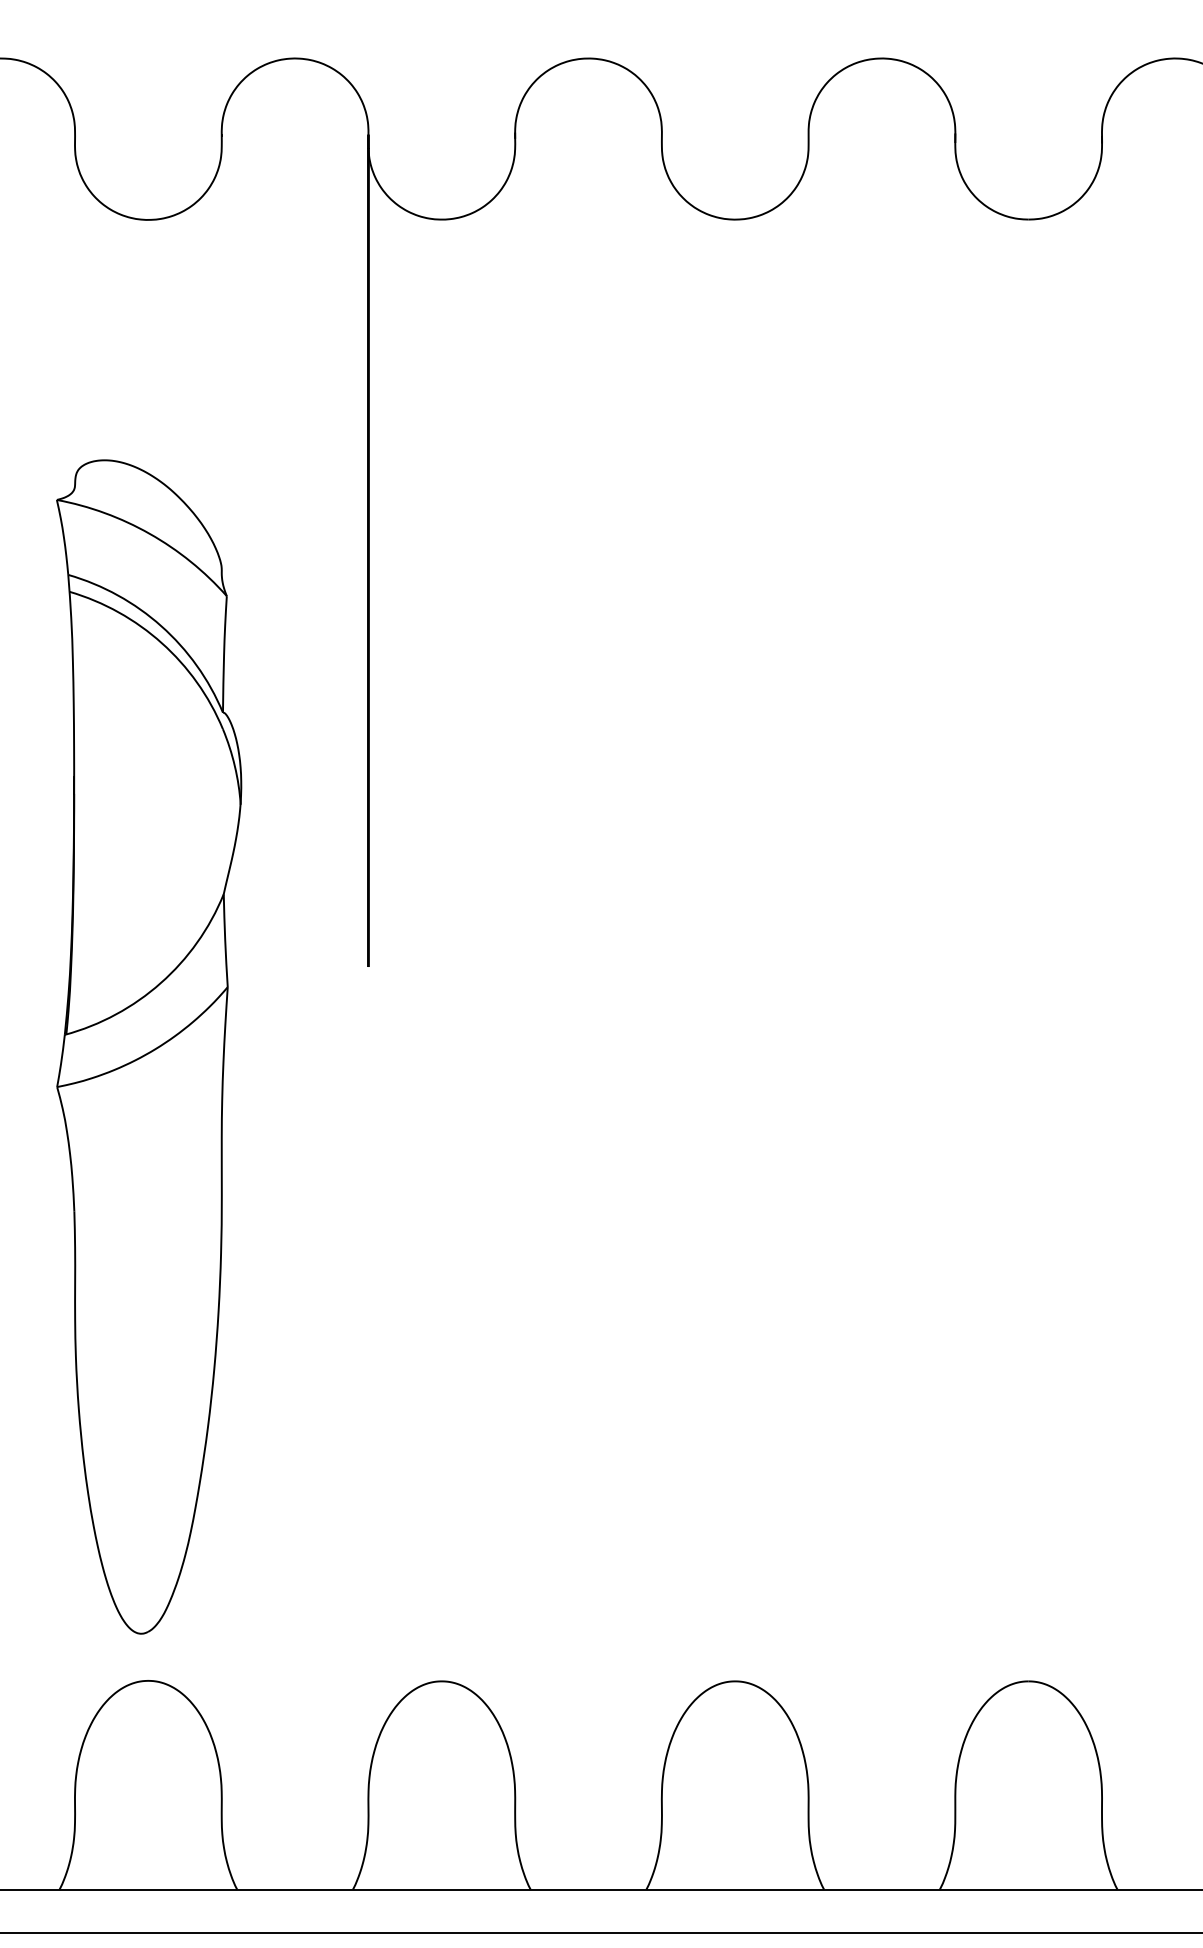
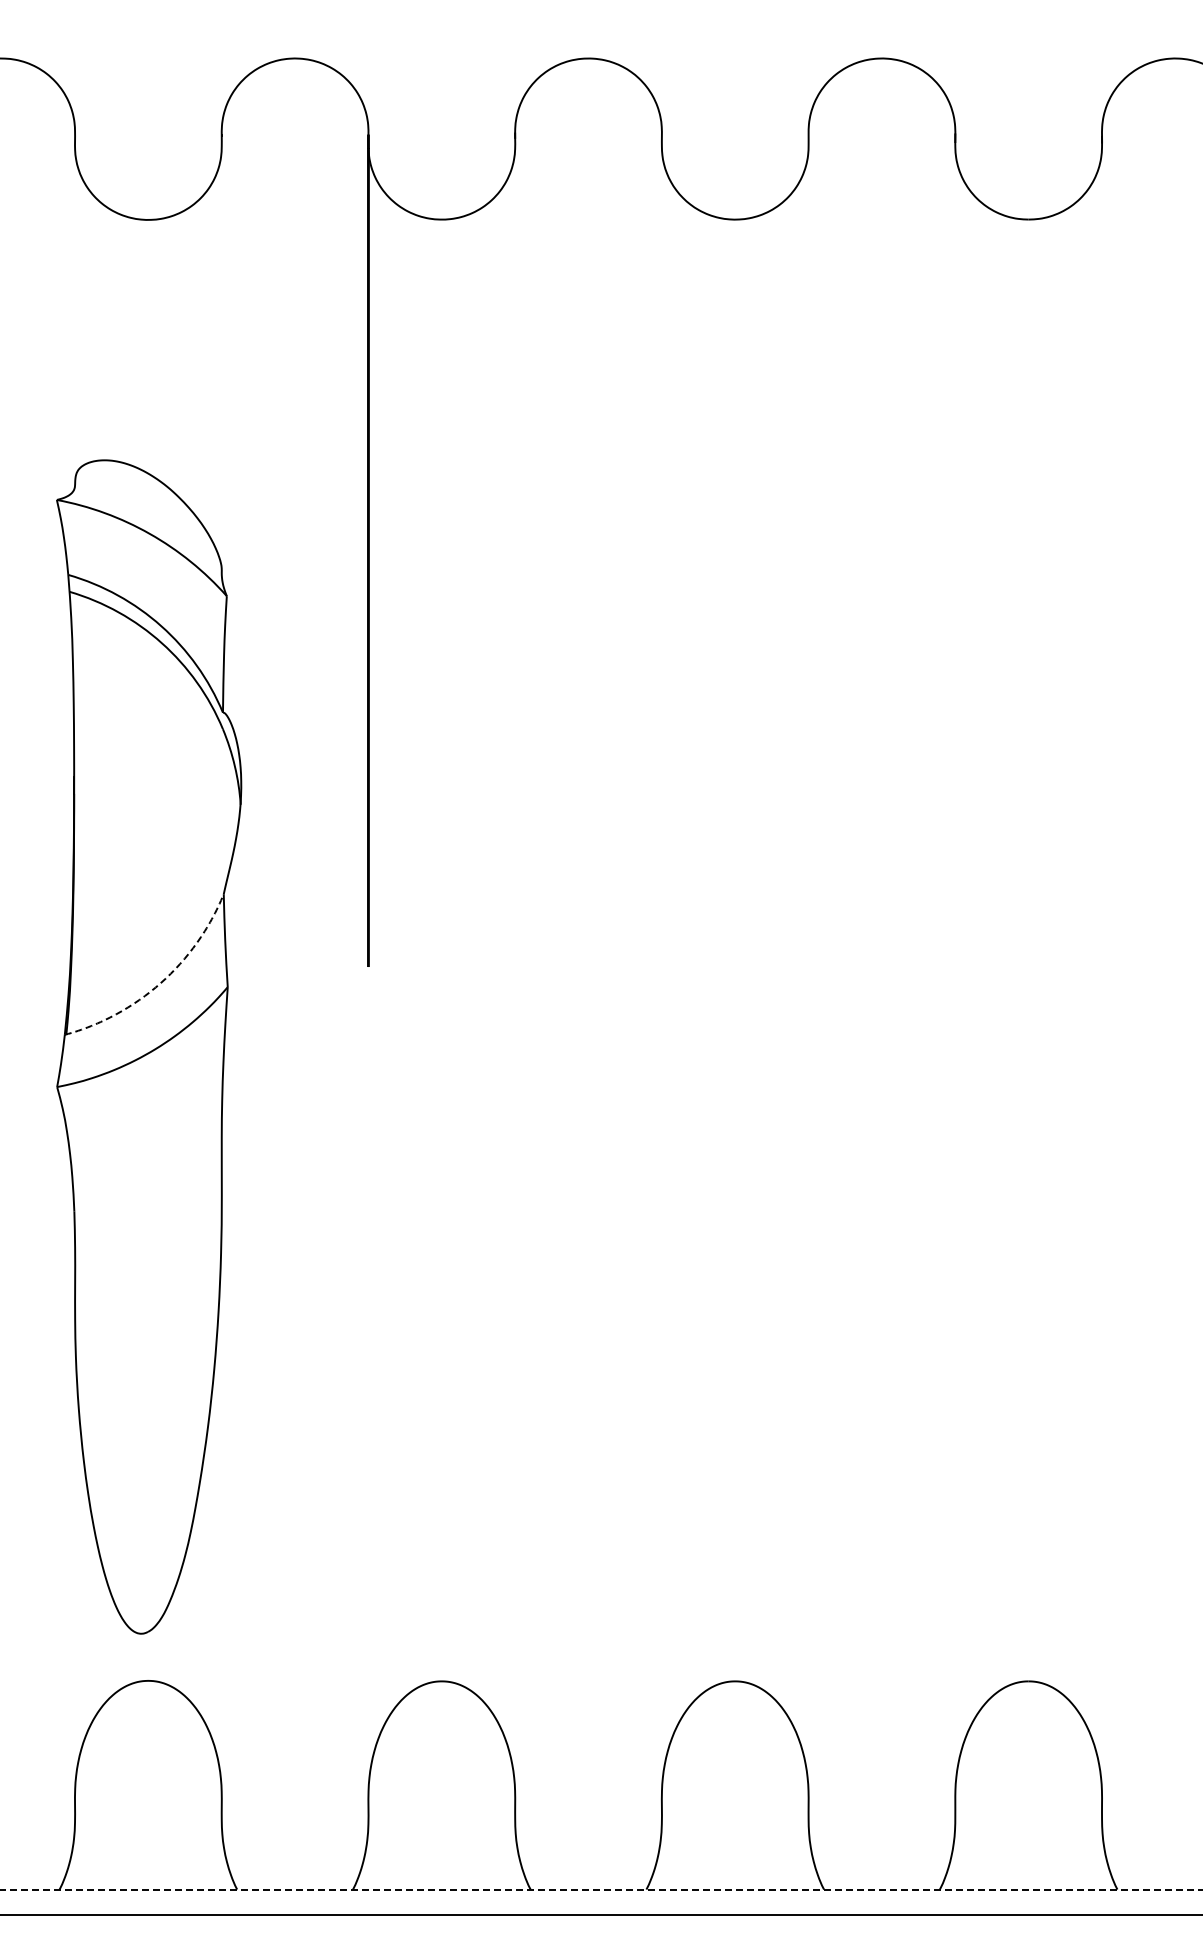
arc at (160, 983): solid -> dashed
line at (601, 1889): solid -> dashed
line at (600, 1932) position: (600, 1932) -> (600, 1914)
